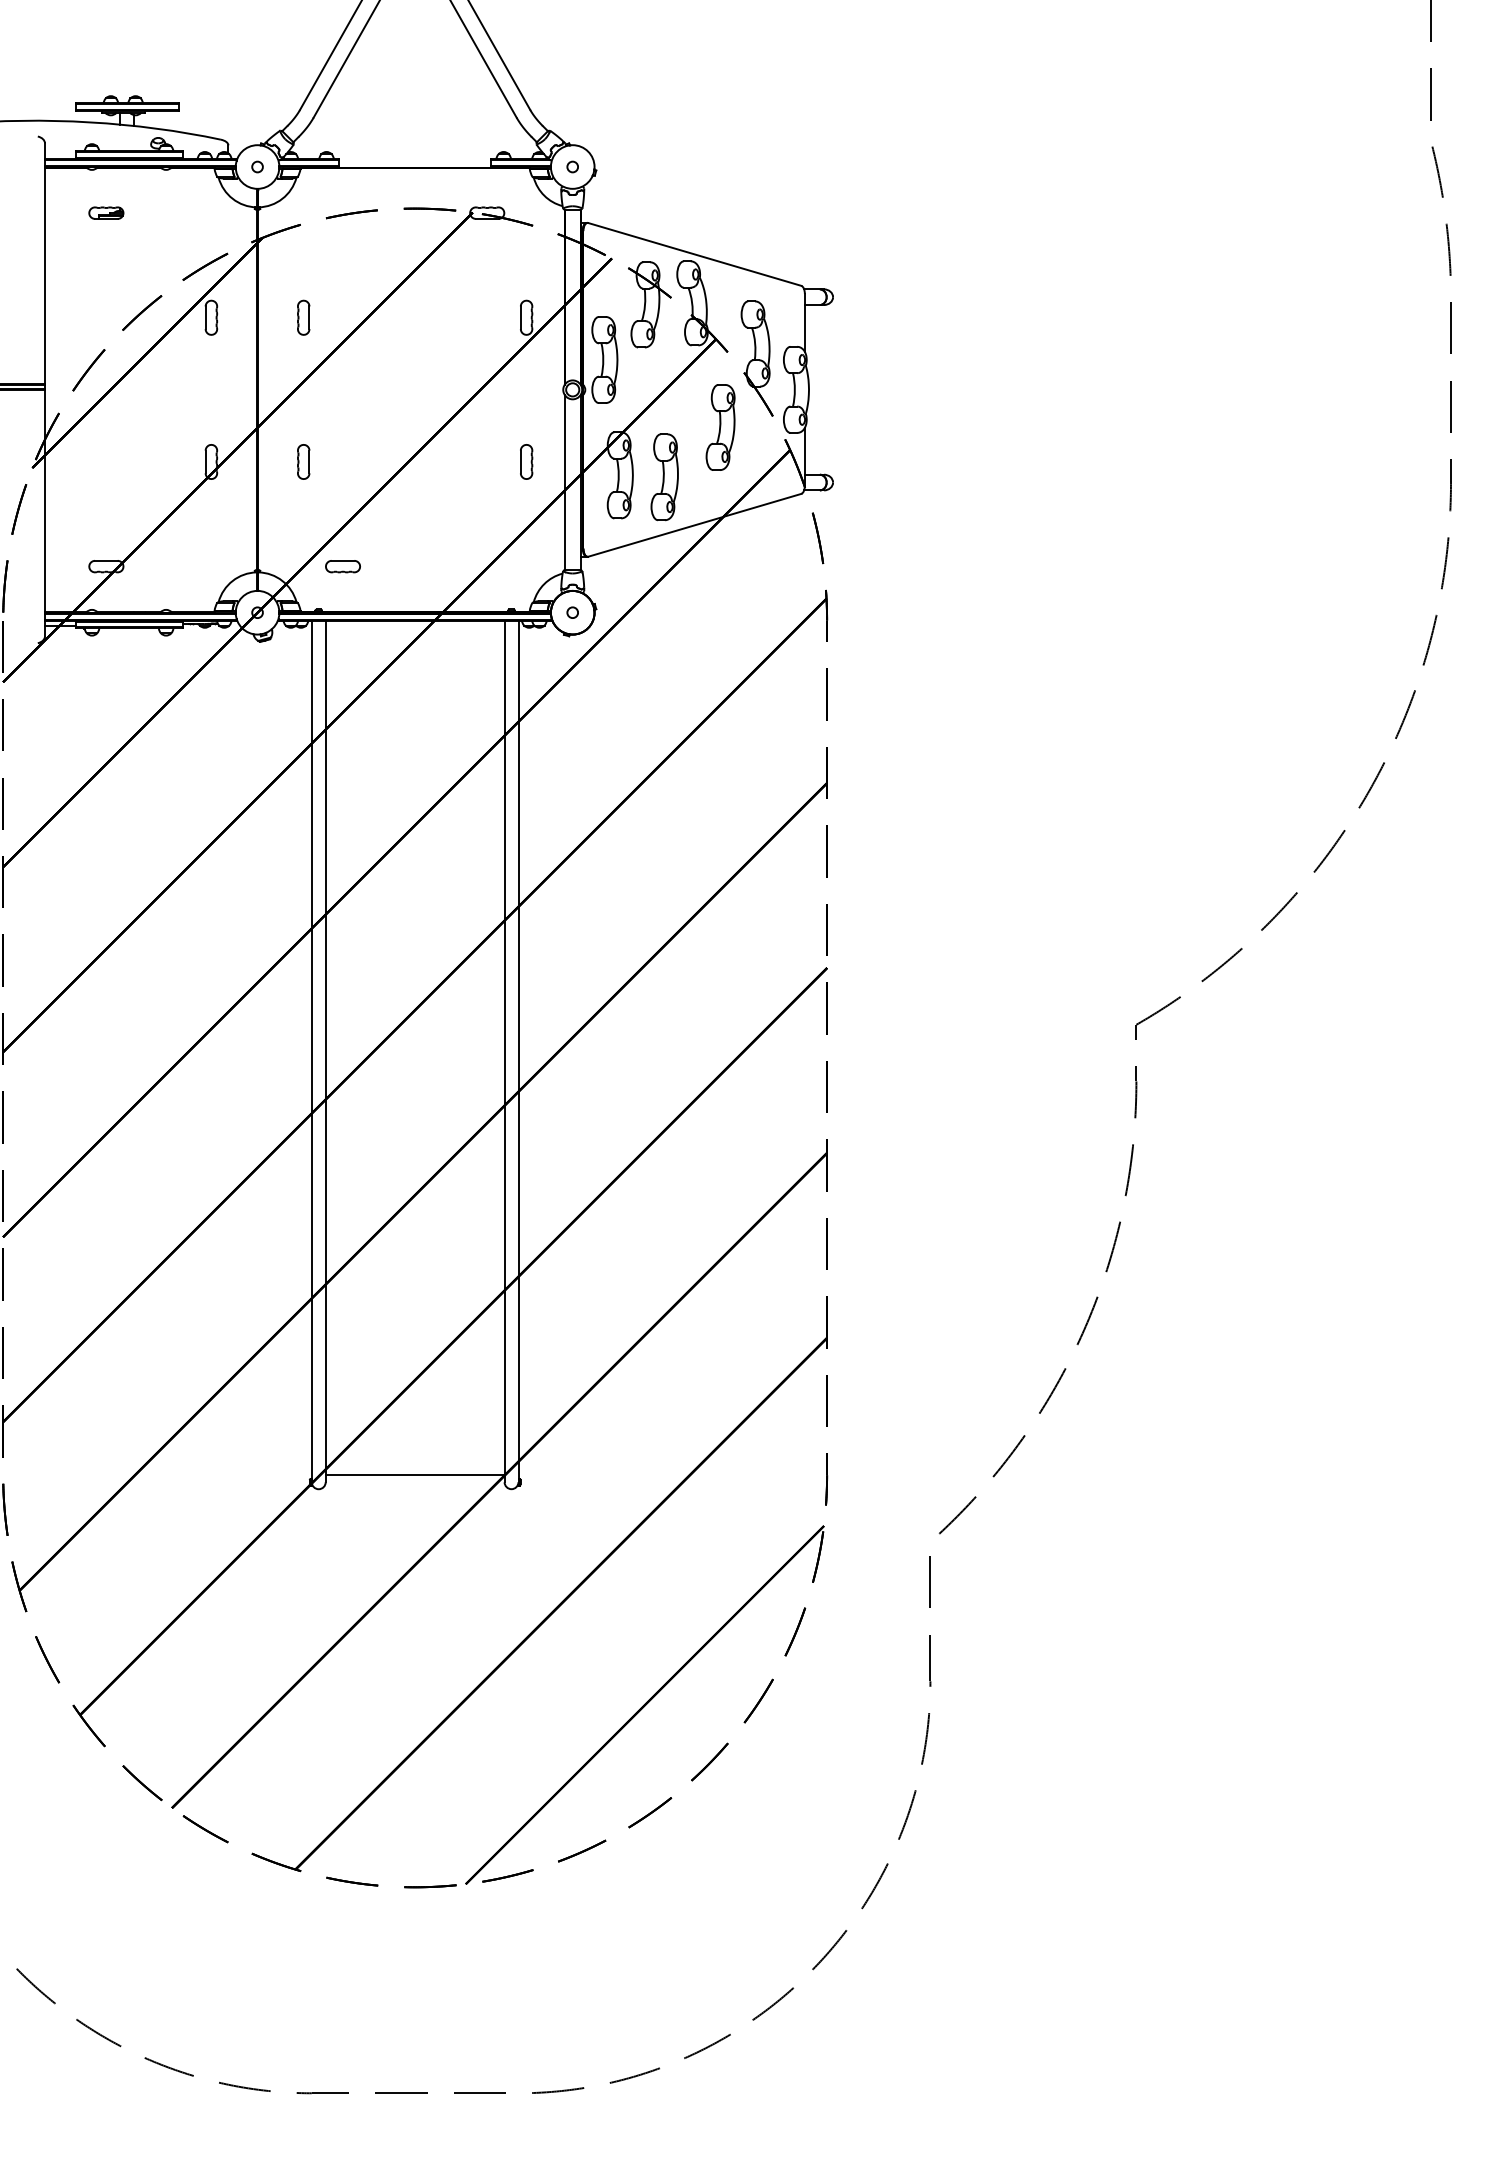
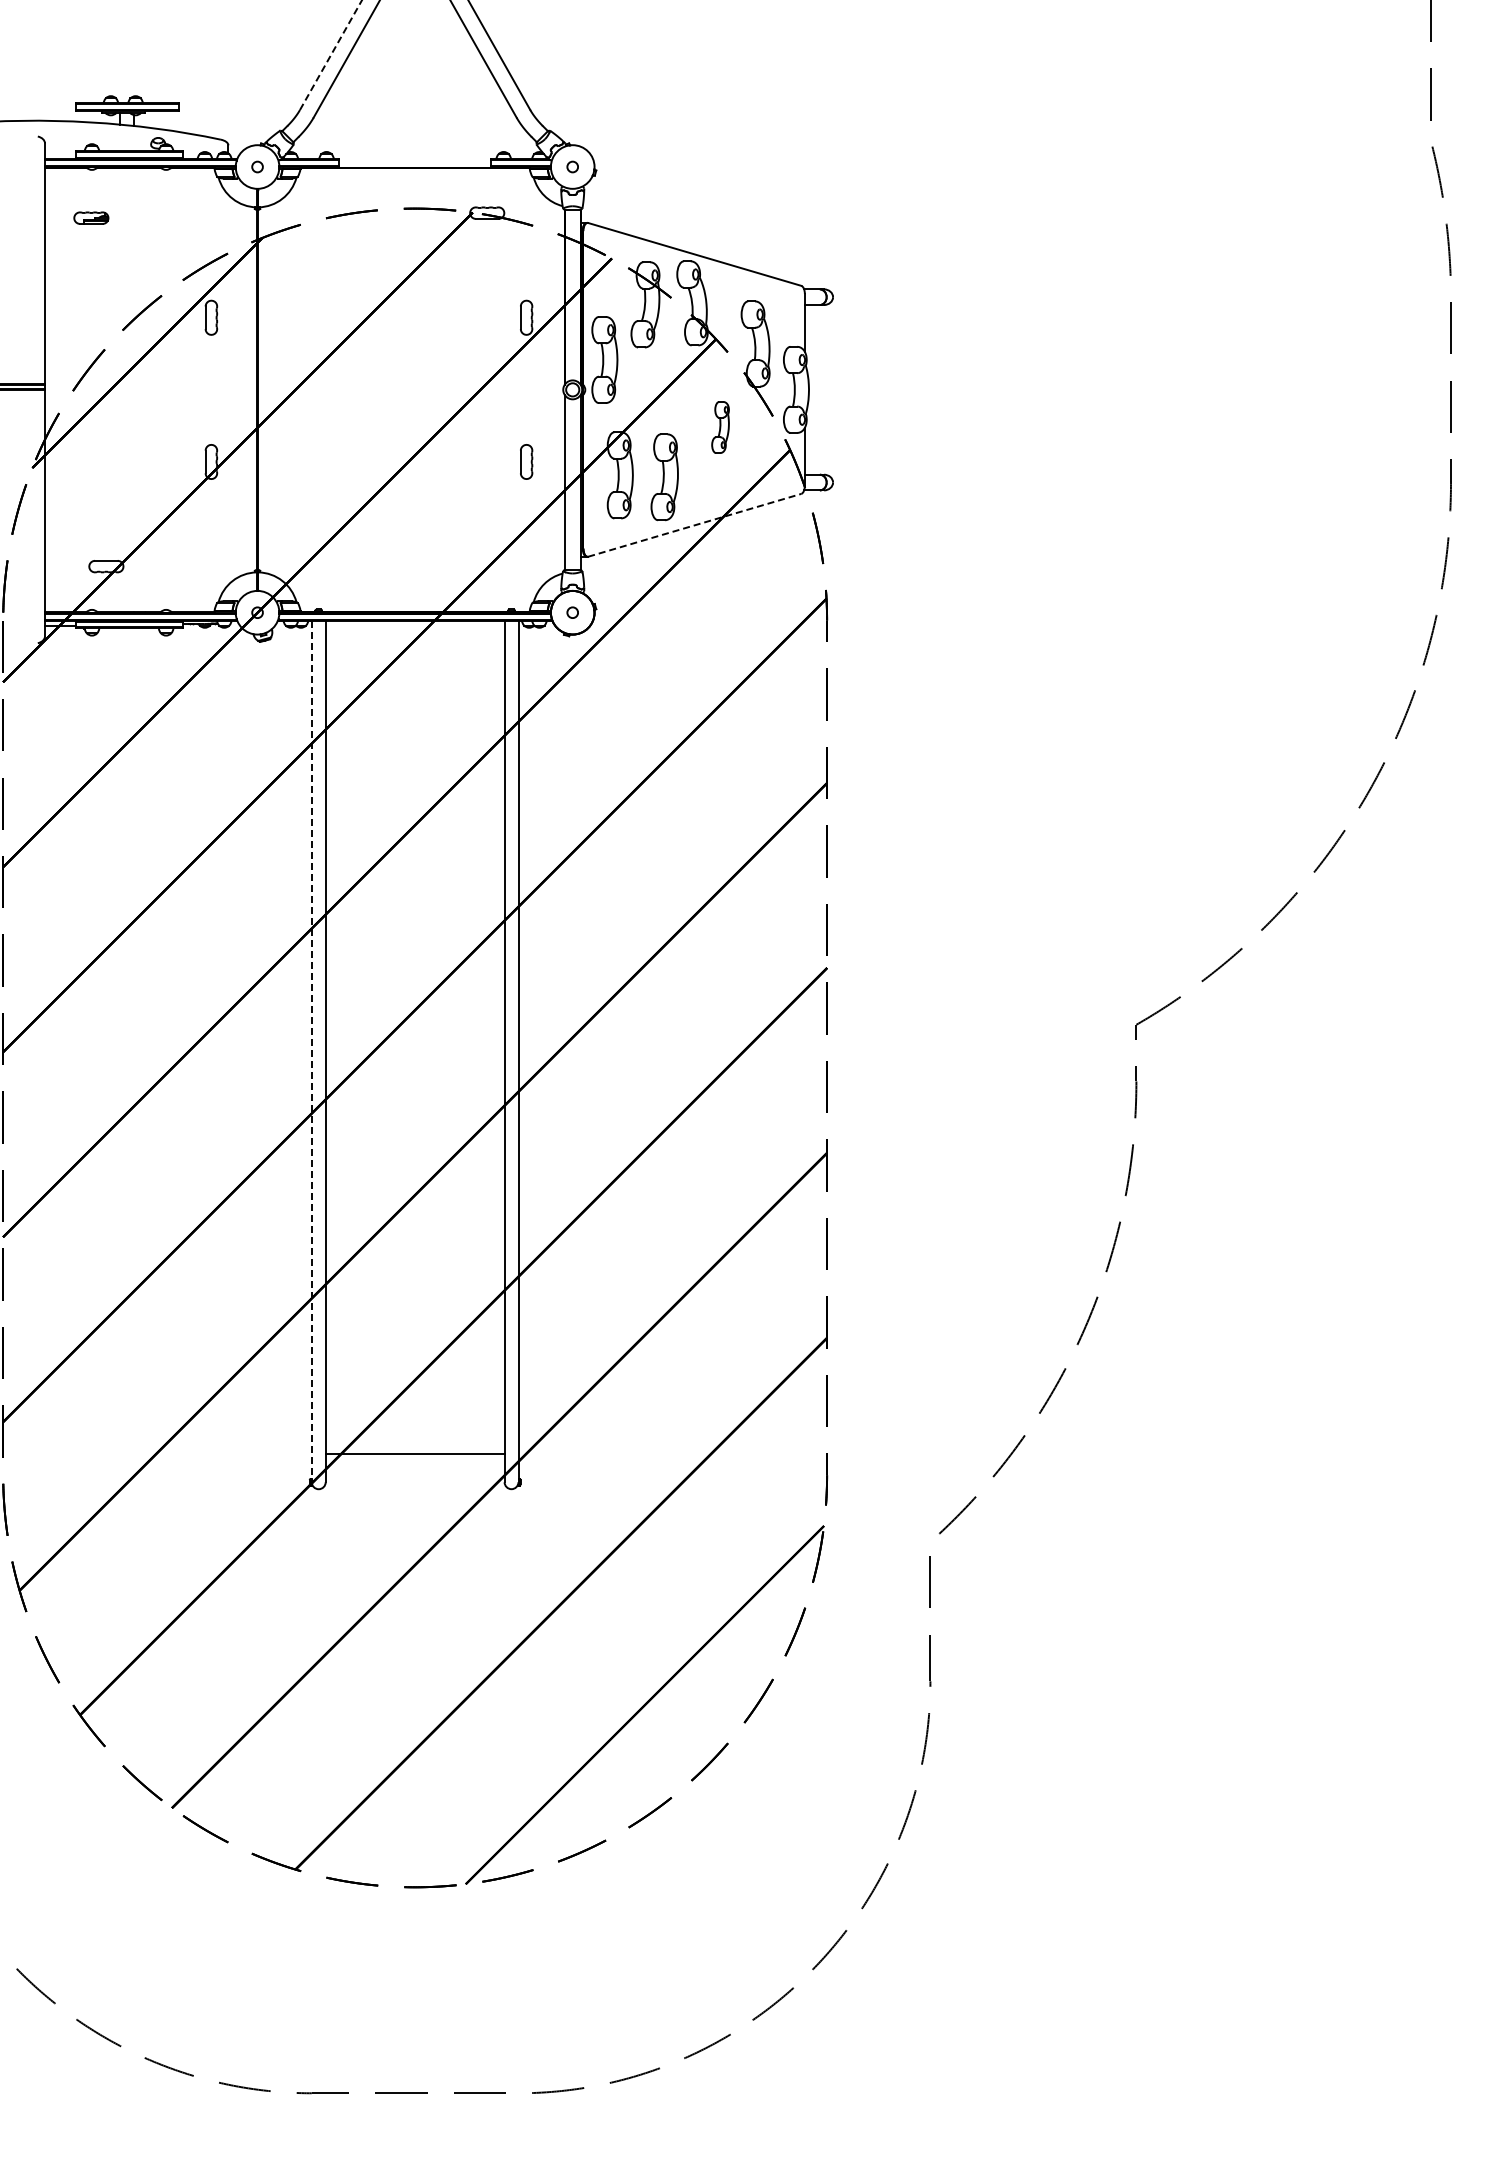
line at (330, 55): solid -> dashed
part at (106, 212) position: (106, 212) -> (91, 217)
part at (303, 317): present -> none
part at (720, 427) size: 31x87 px -> 19x53 px
part at (303, 461): present -> none
line at (695, 525): solid -> dashed
part at (342, 566): present -> none
line at (311, 1053): solid -> dashed
line at (414, 1475) position: (414, 1475) -> (414, 1454)
